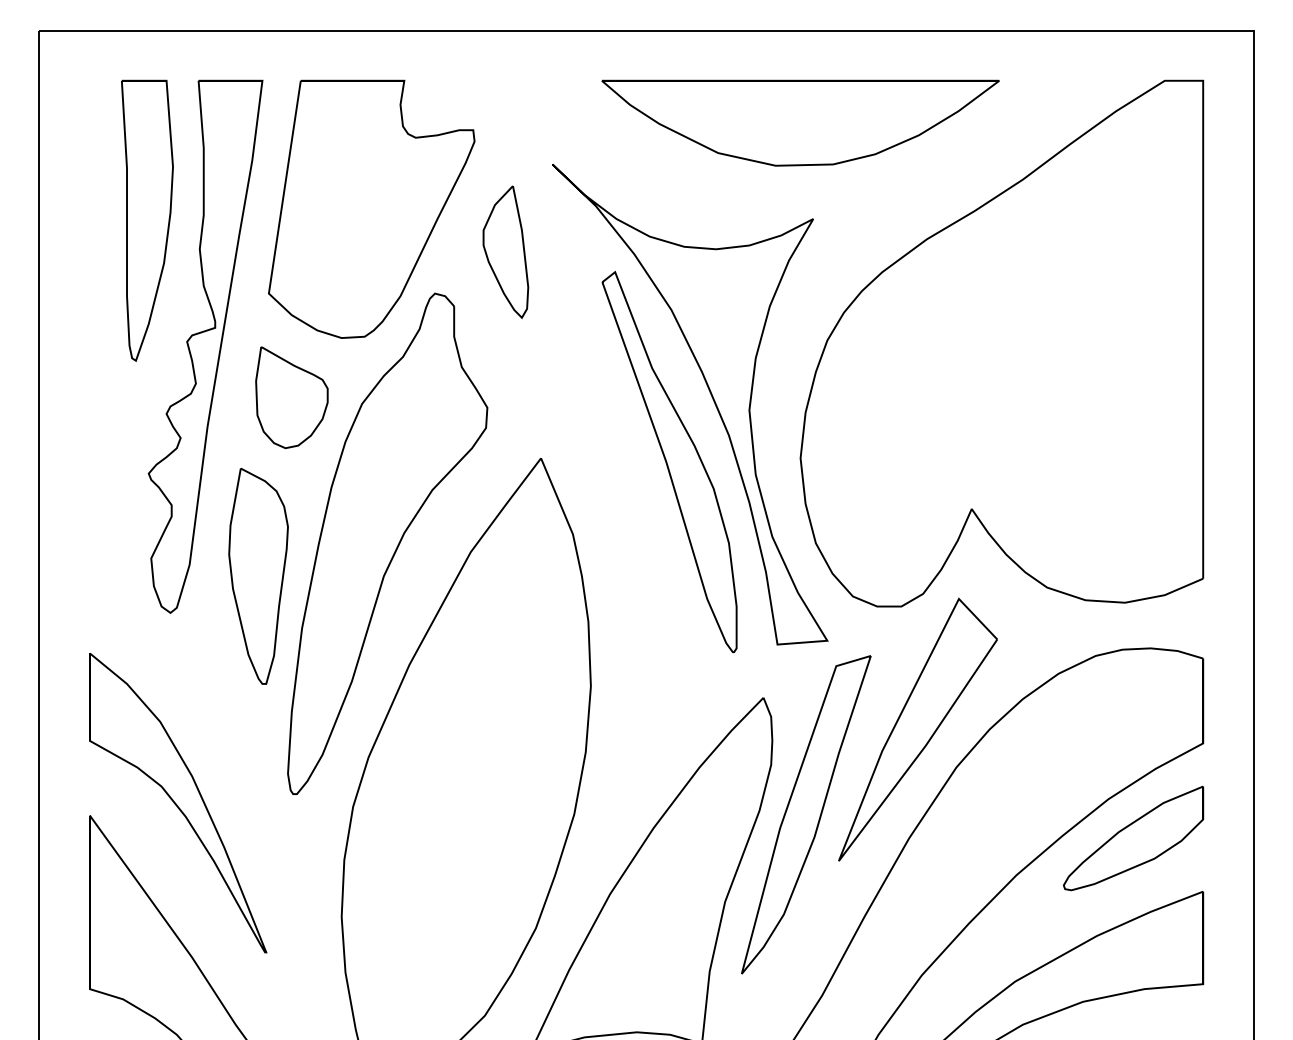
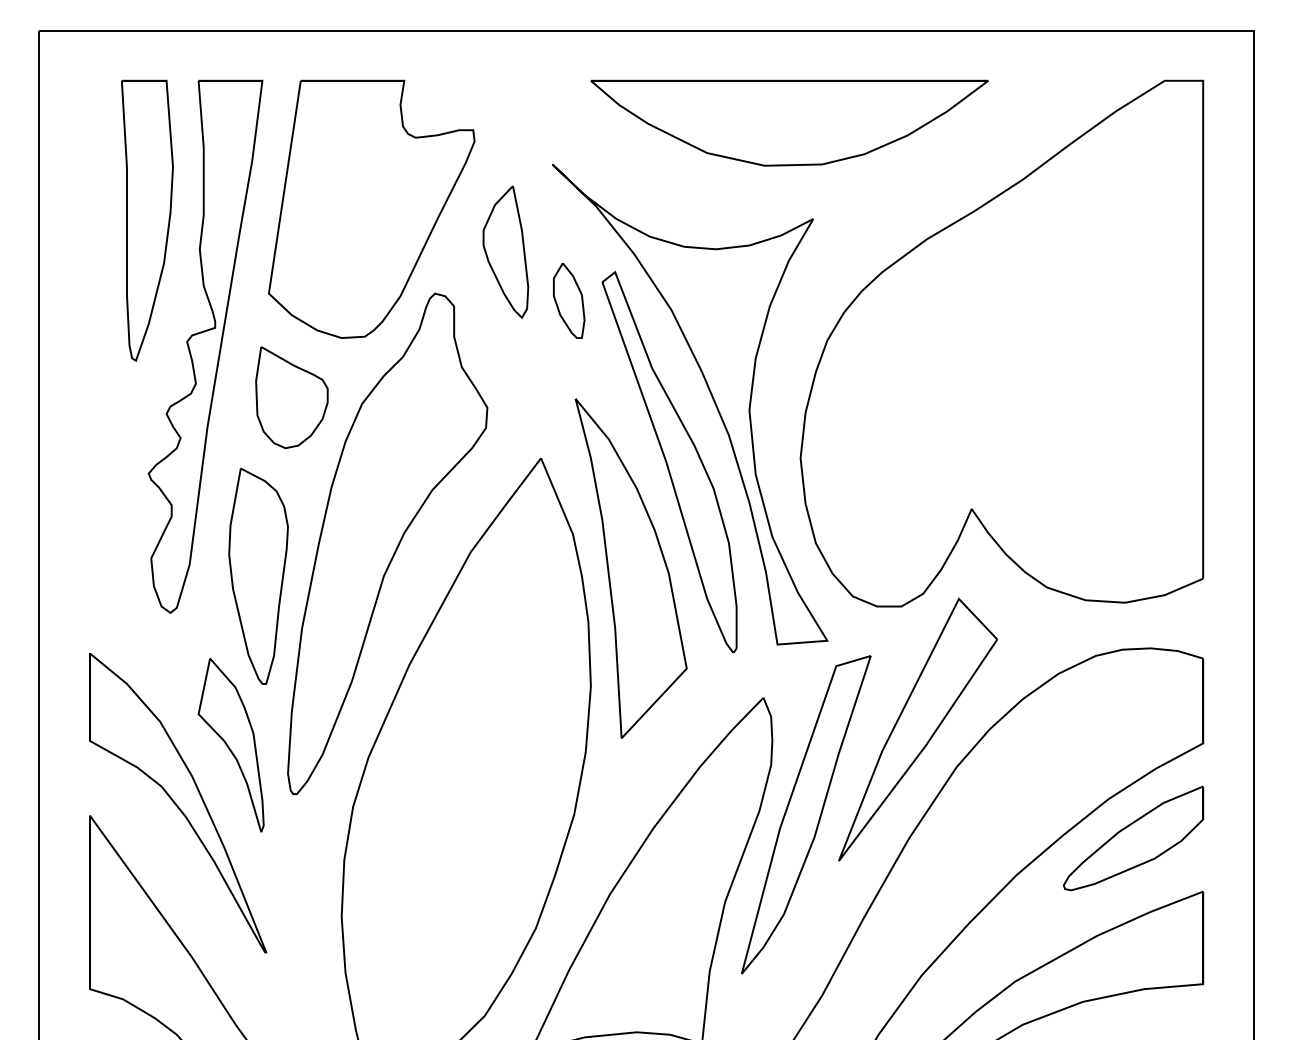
part at (800, 122) position: (800, 122) -> (789, 122)
part at (569, 300): none -> present
part at (630, 568): none -> present
part at (230, 745): none -> present
